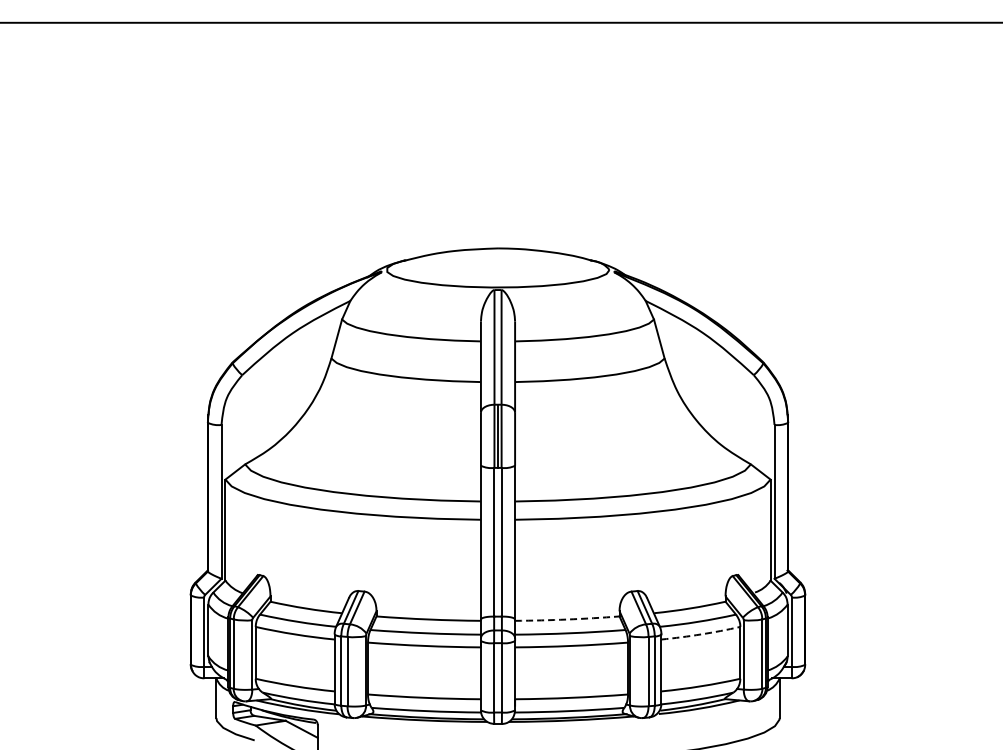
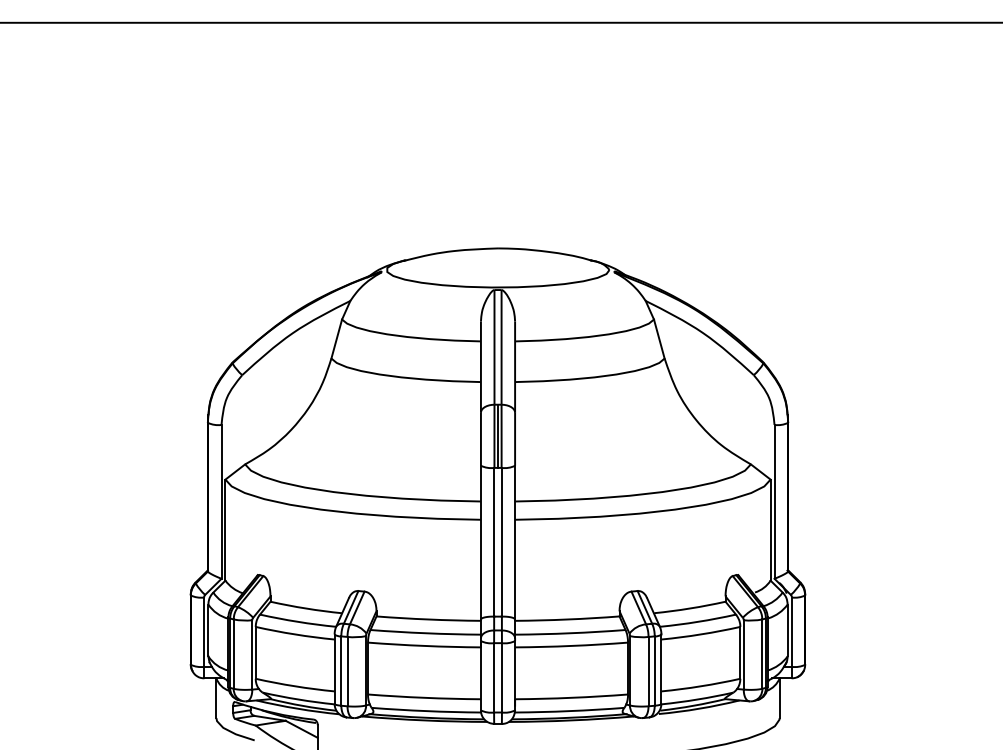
arc at (567, 619): dashed -> solid
arc at (701, 634): dashed -> solid
